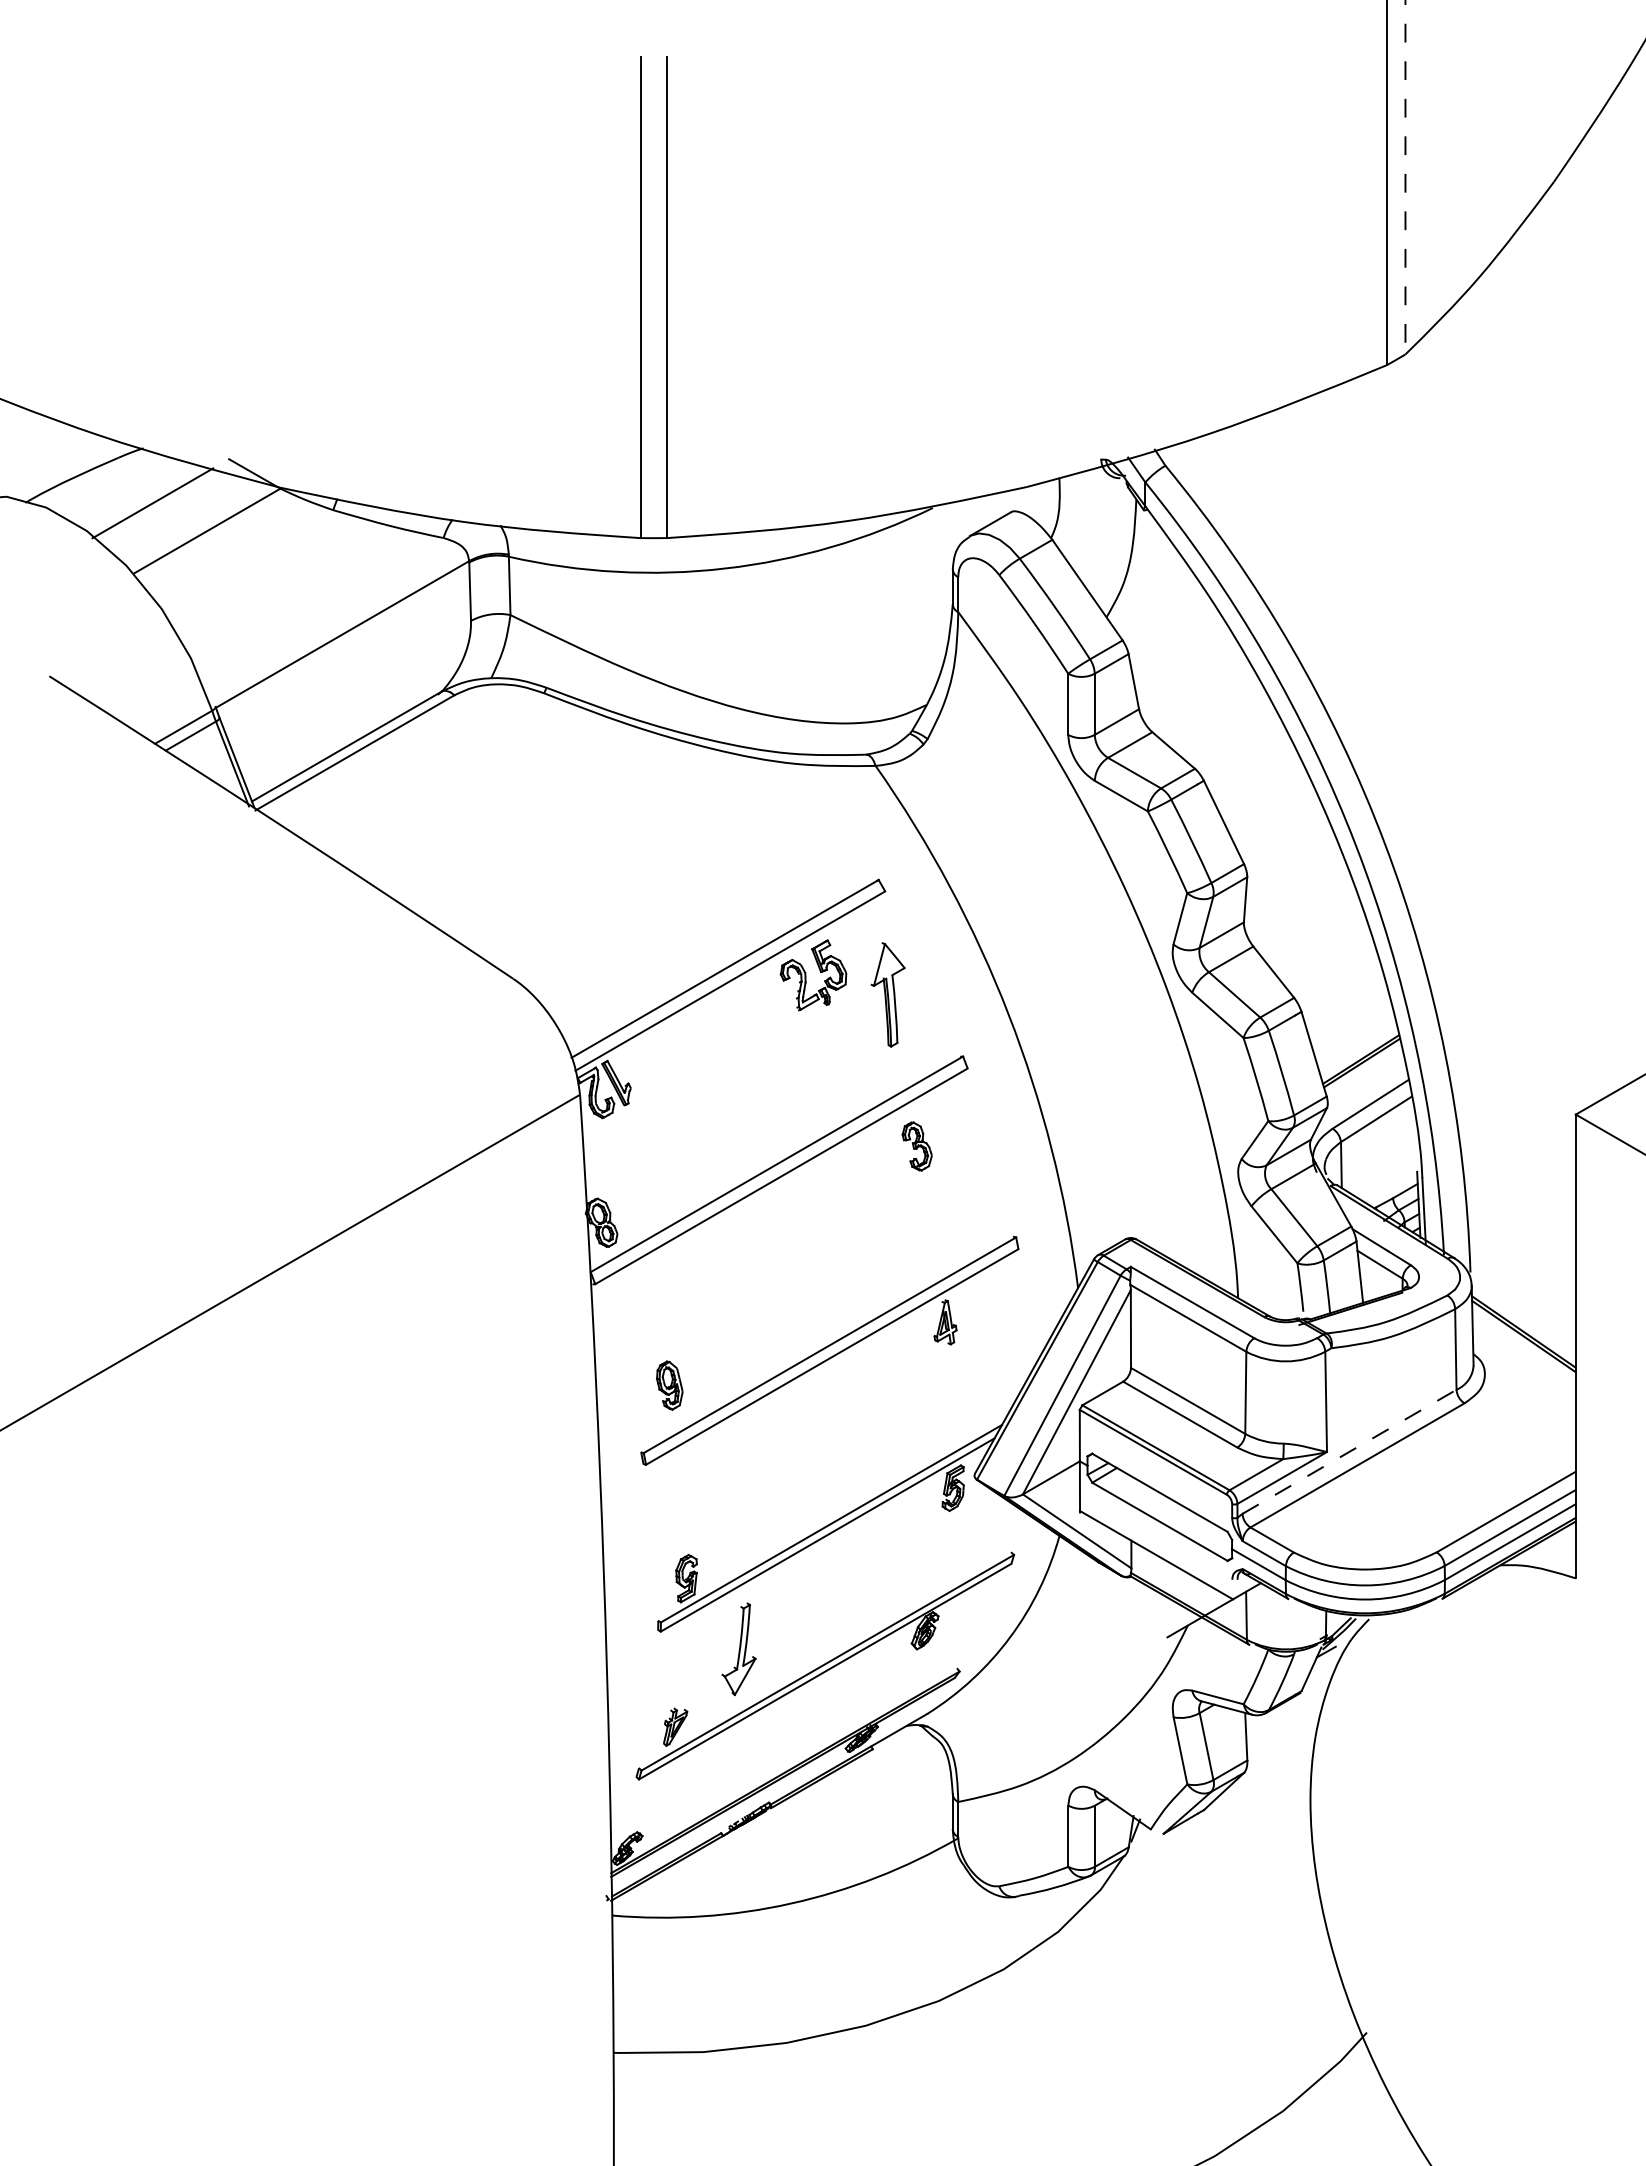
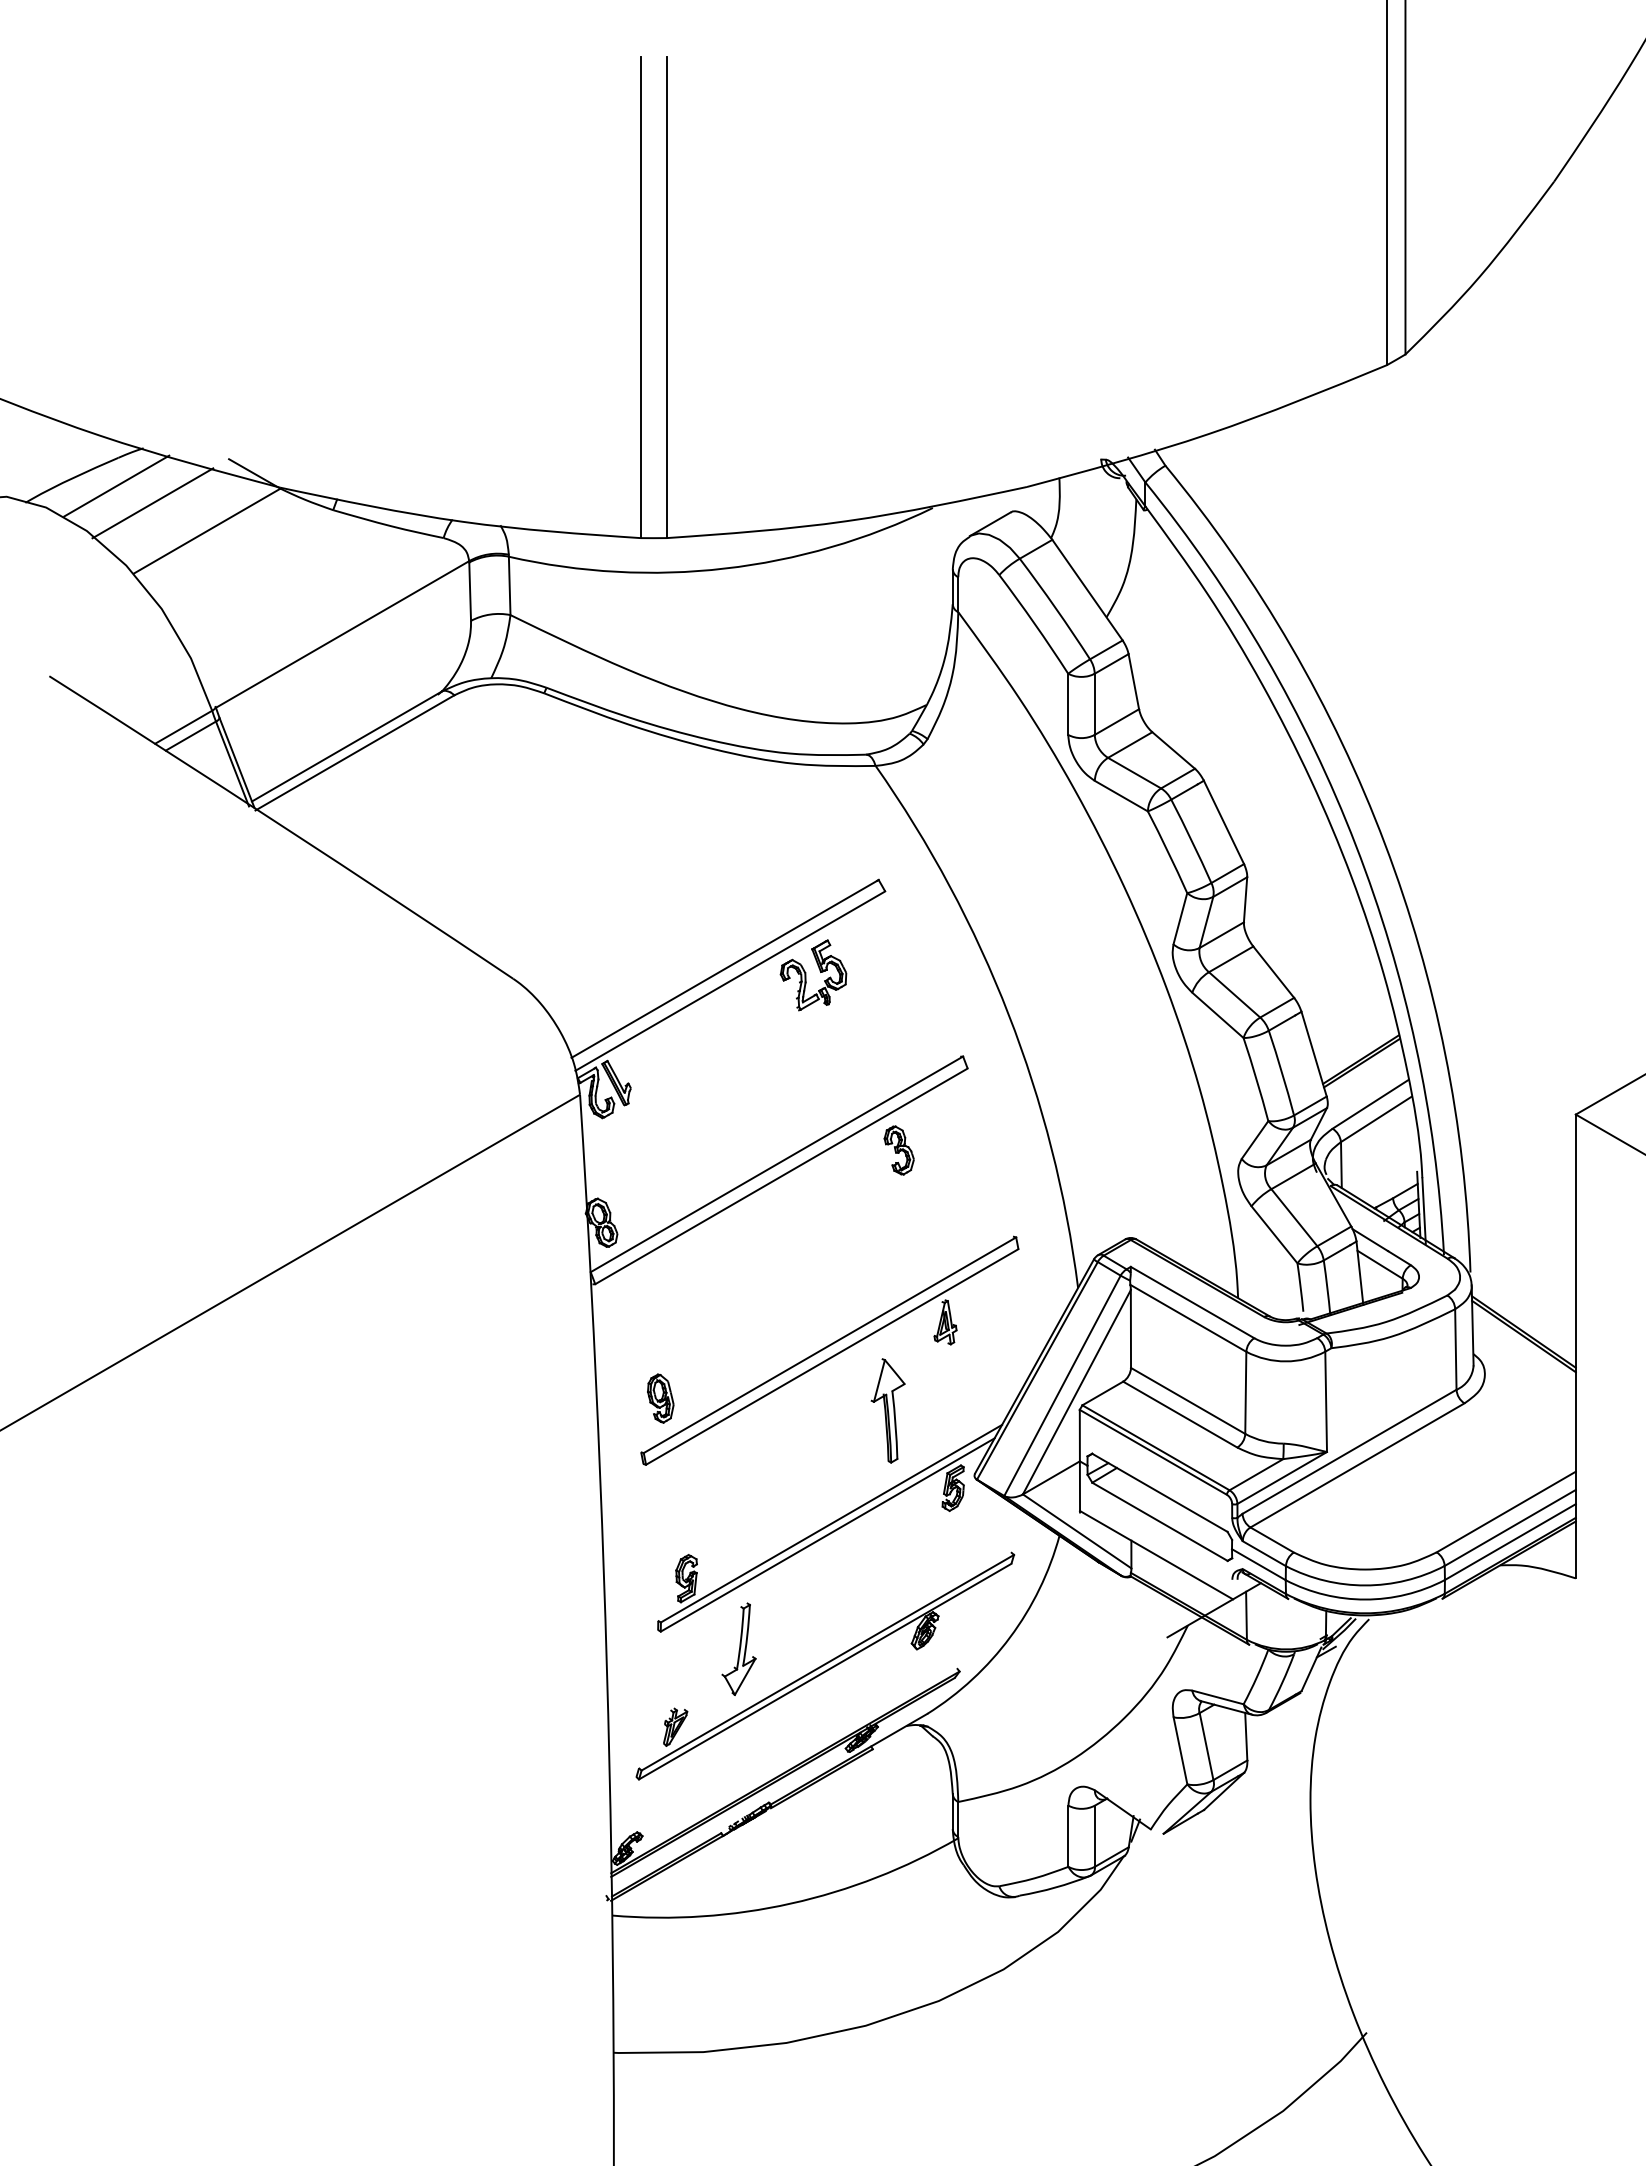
line at (1405, 177): dashed -> solid
line at (116, 485): none -> present
part at (887, 994) position: (887, 994) -> (887, 1410)
part at (916, 1146) position: (916, 1146) -> (898, 1150)
part at (669, 1385) position: (669, 1385) -> (660, 1398)
line at (1349, 1451): dashed -> solid
